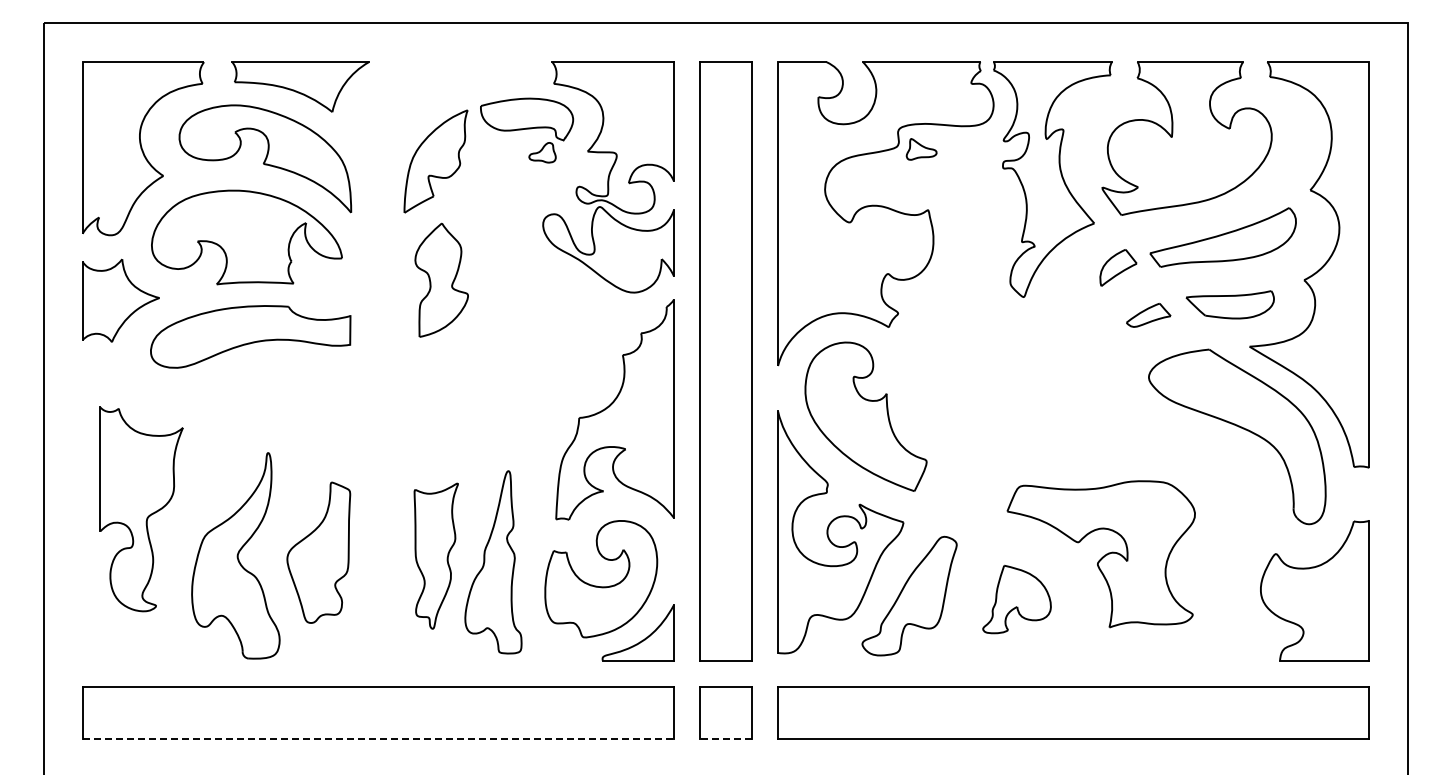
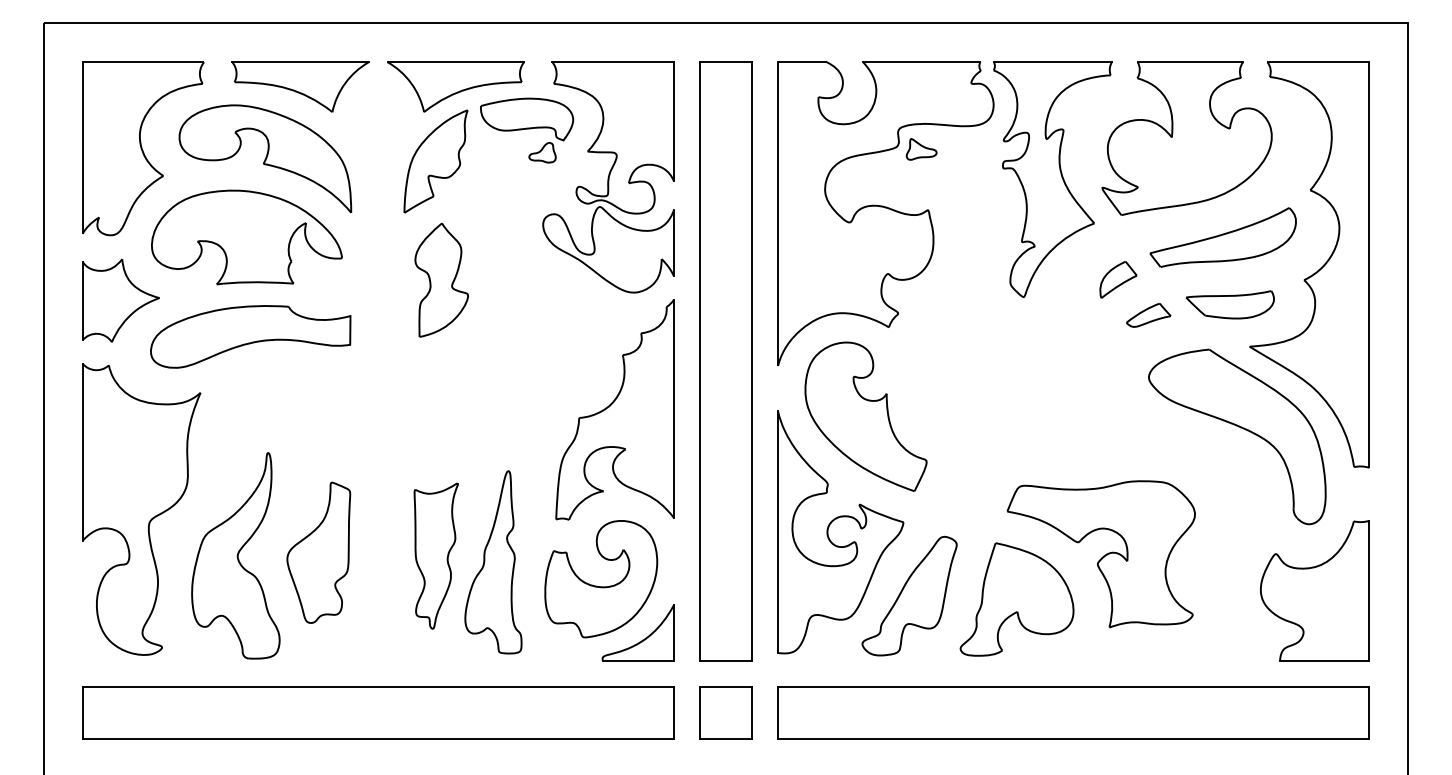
part at (455, 86): none -> present
part at (1118, 267) position: (1118, 267) -> (1118, 279)
part at (141, 509) size: 85x207 px -> 120x293 px
part at (1016, 599) size: 70x71 px -> 116x115 px
line at (378, 738): dashed -> solid
line at (725, 738): dashed -> solid
